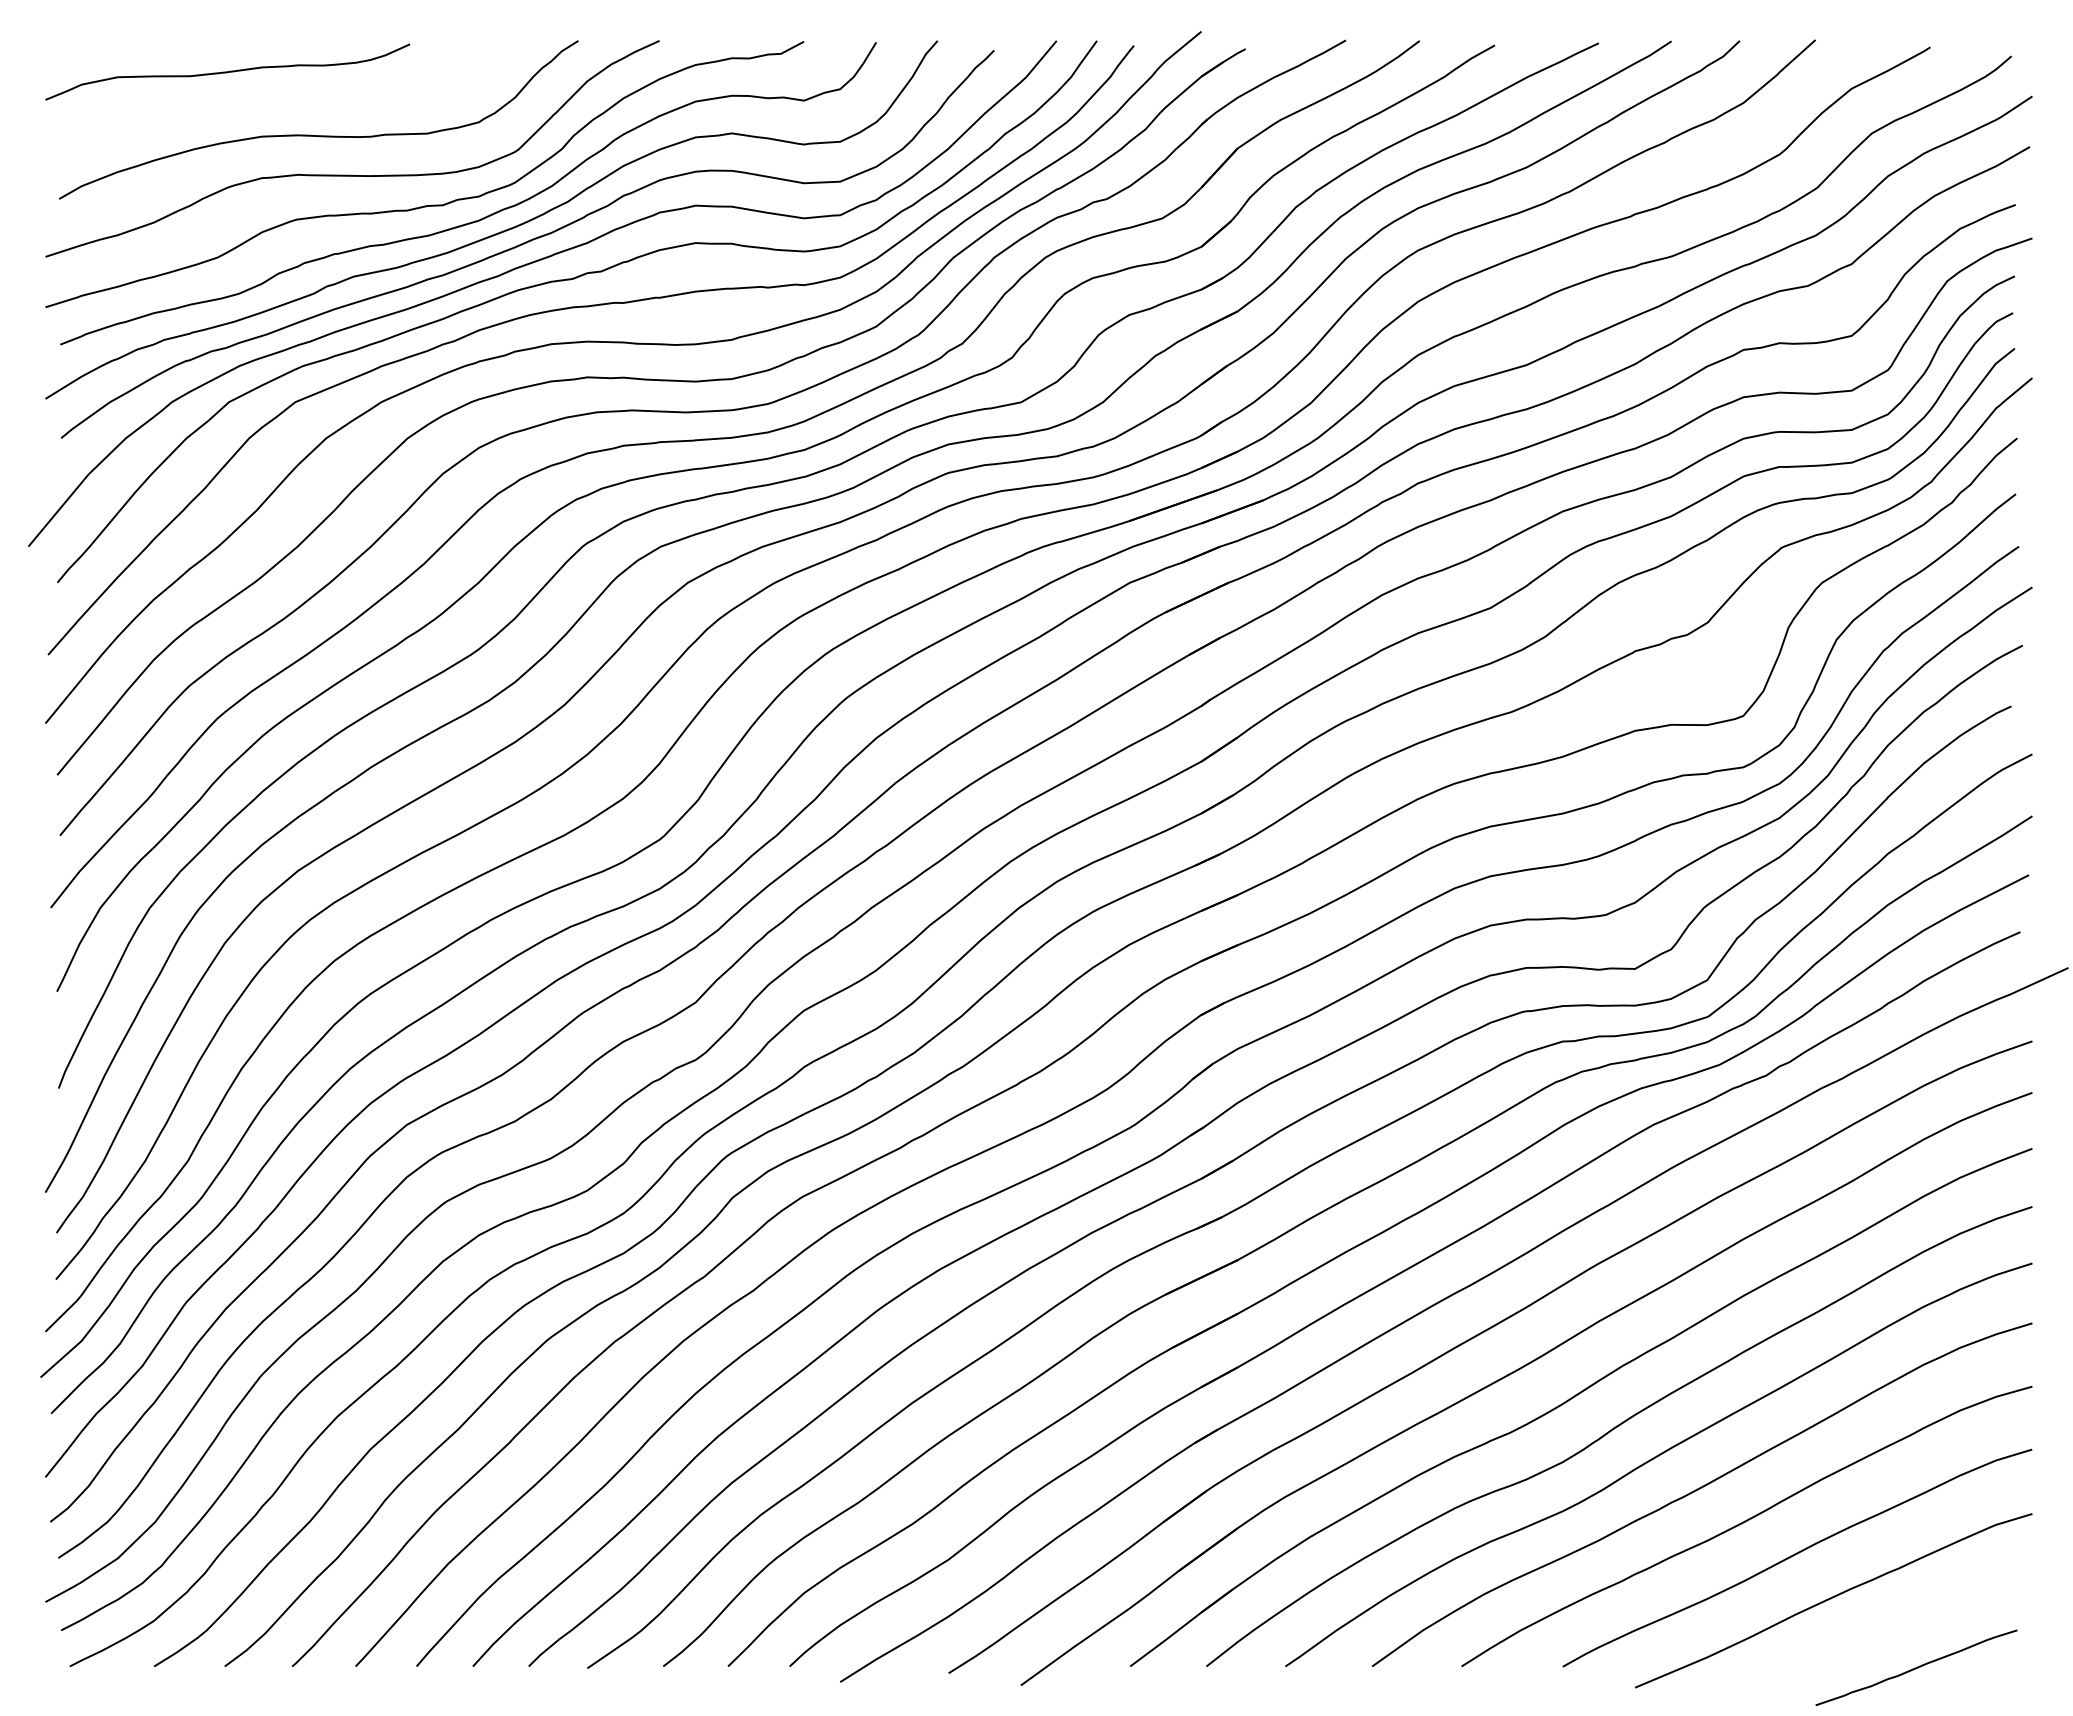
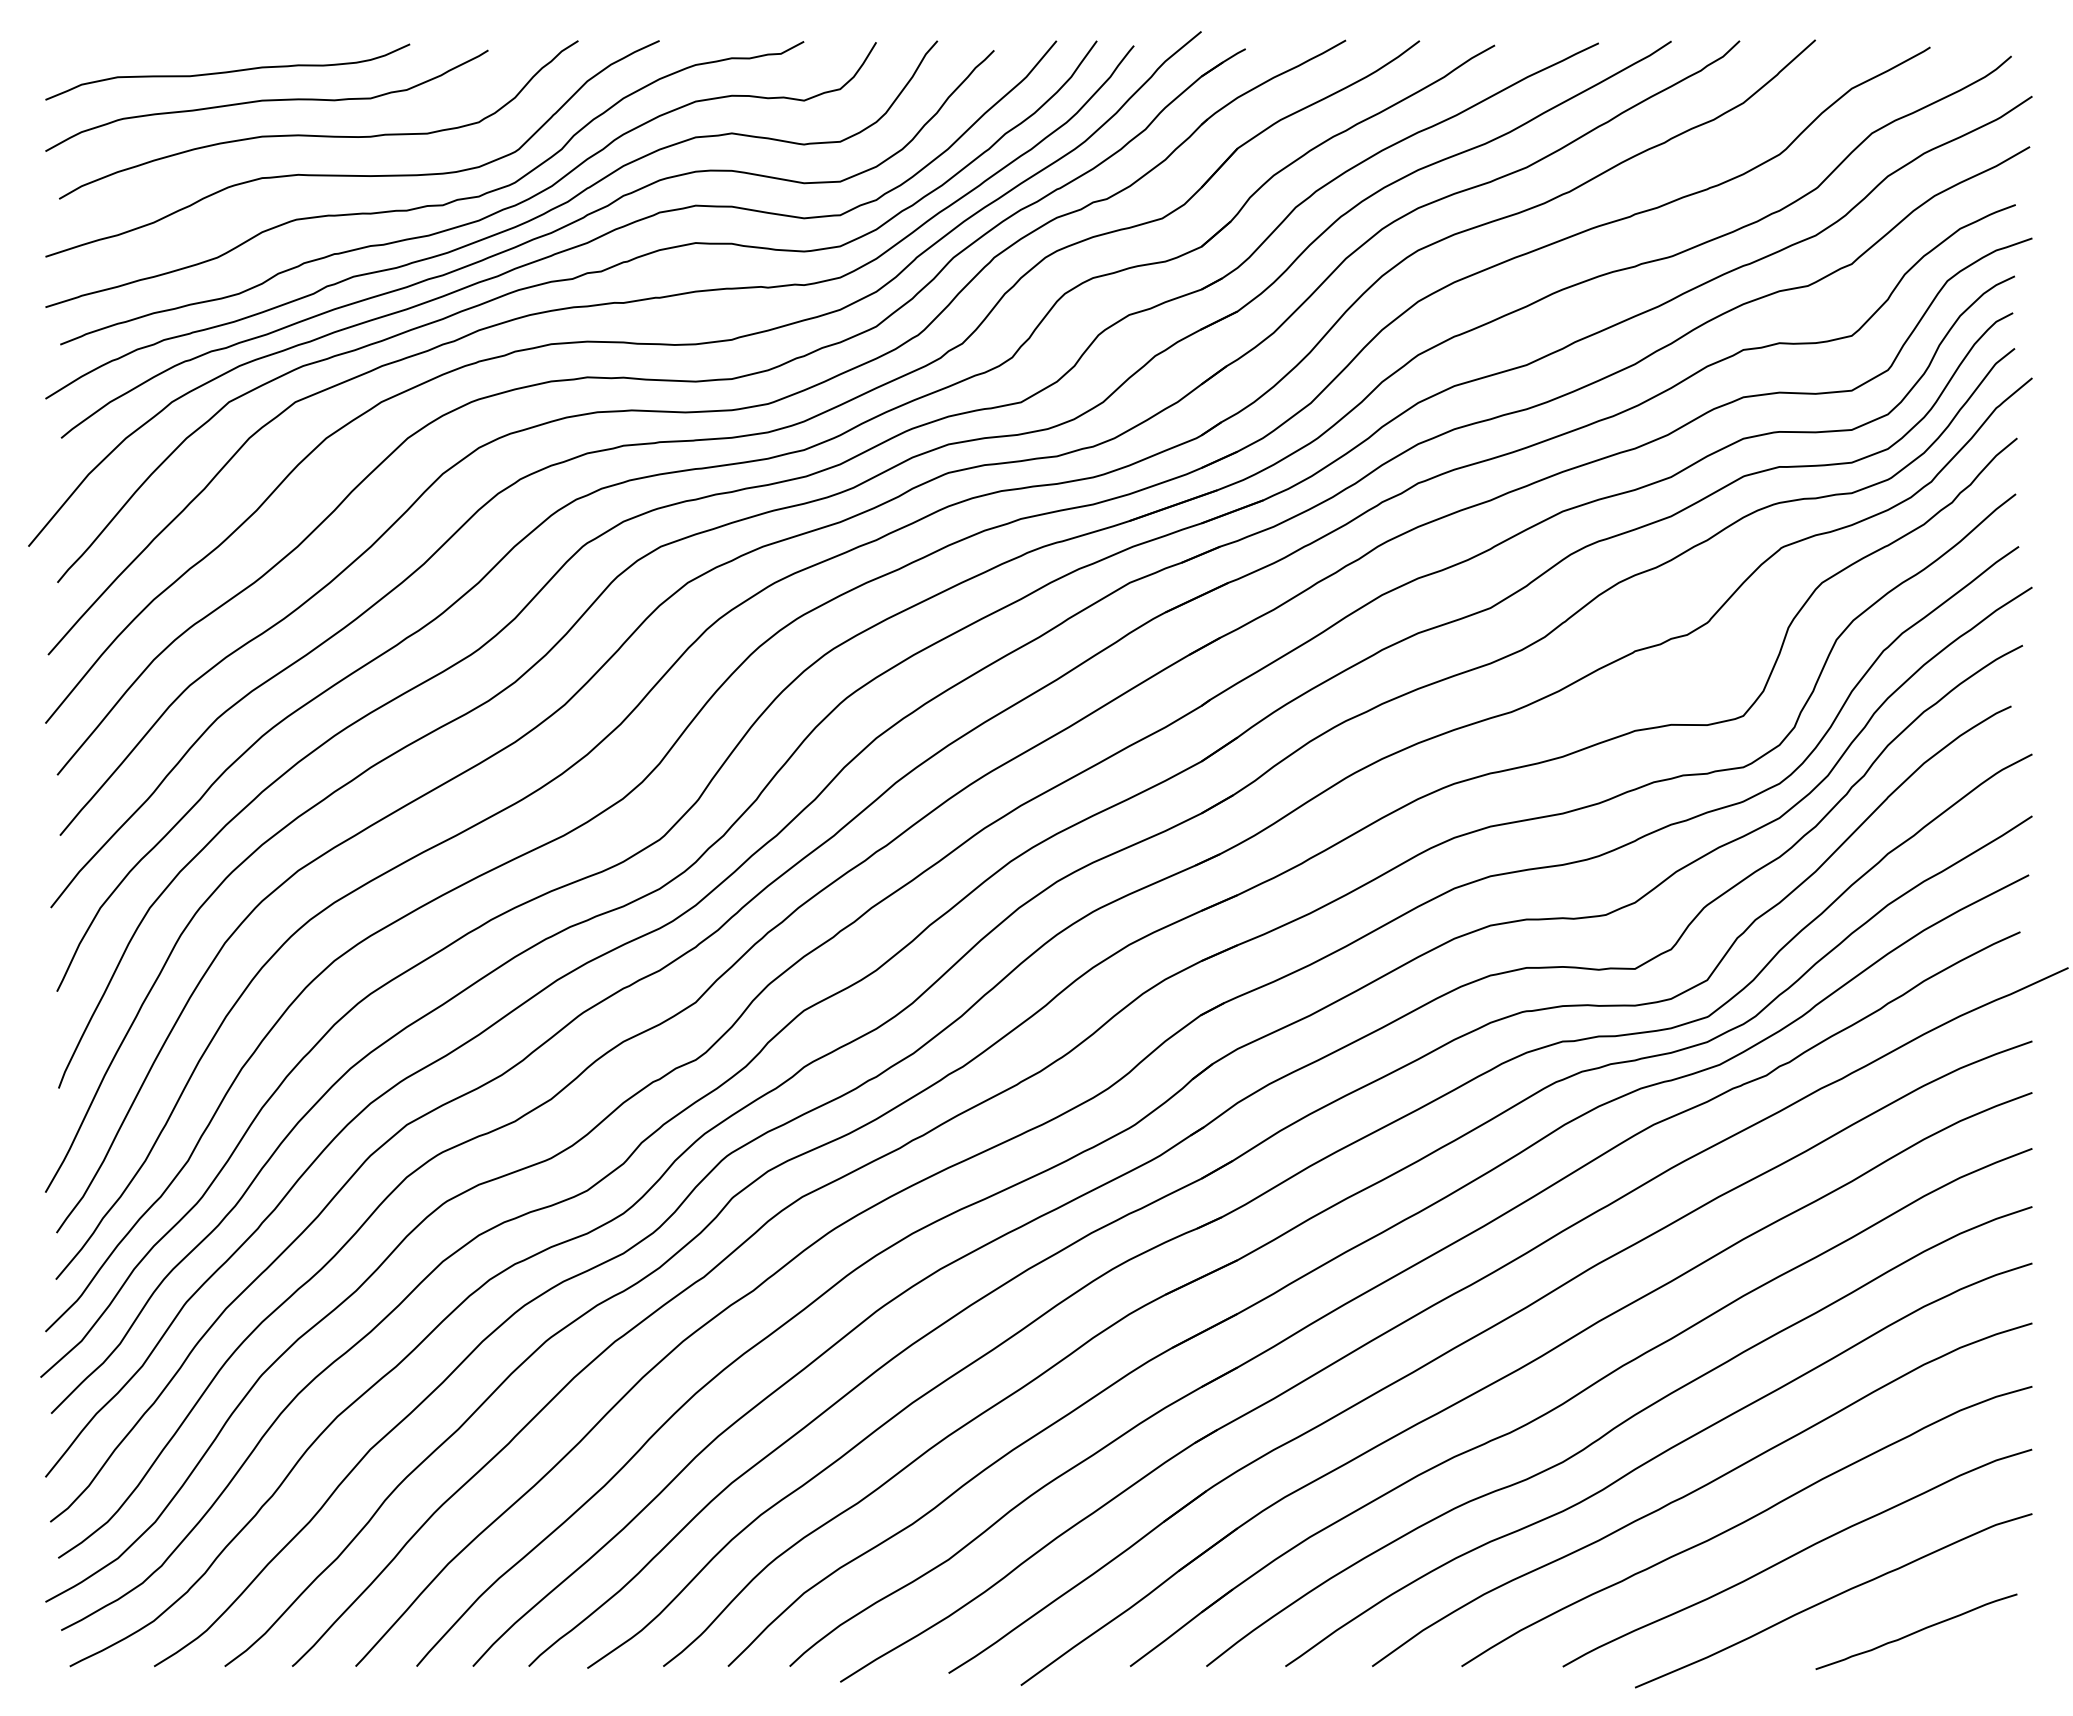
curve at (266, 100): none -> present
curve at (1916, 1667) position: (1916, 1667) -> (1916, 1631)
